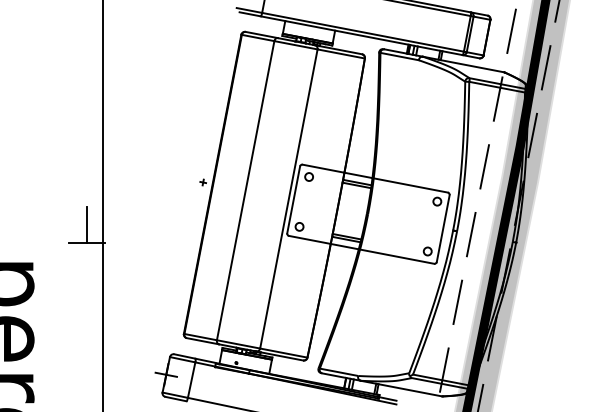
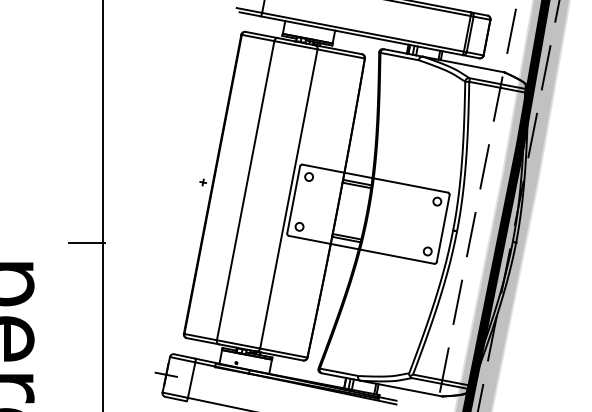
line at (86, 224): present -> none
